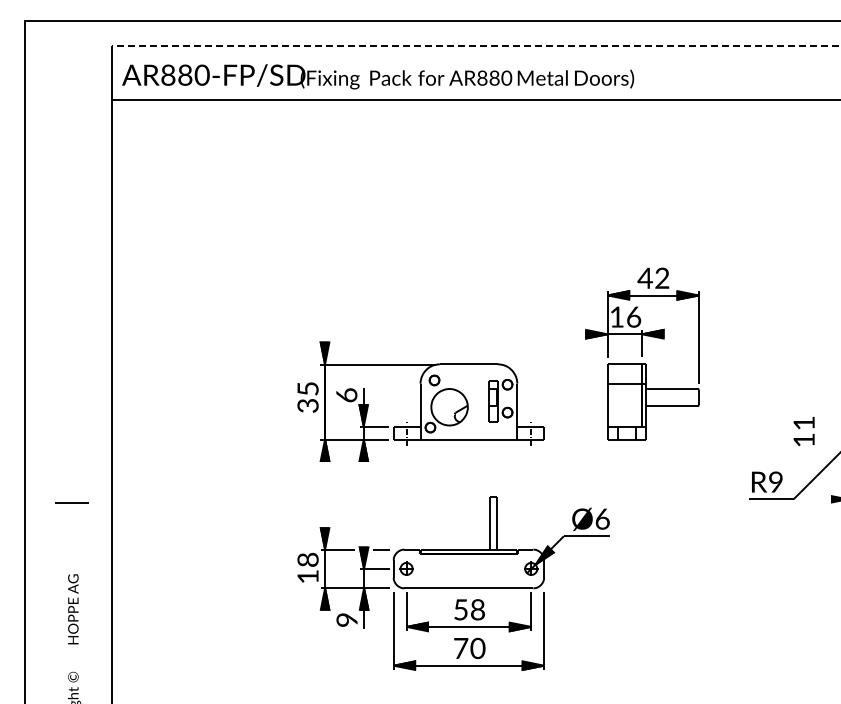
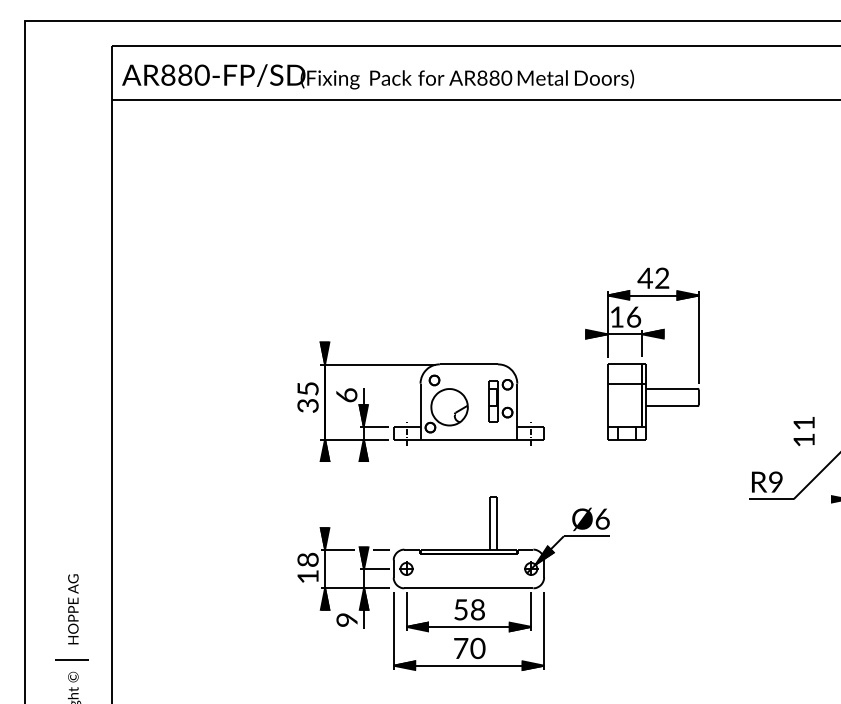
line at (475, 46): dashed -> solid
line at (71, 502) position: (71, 502) -> (71, 659)
